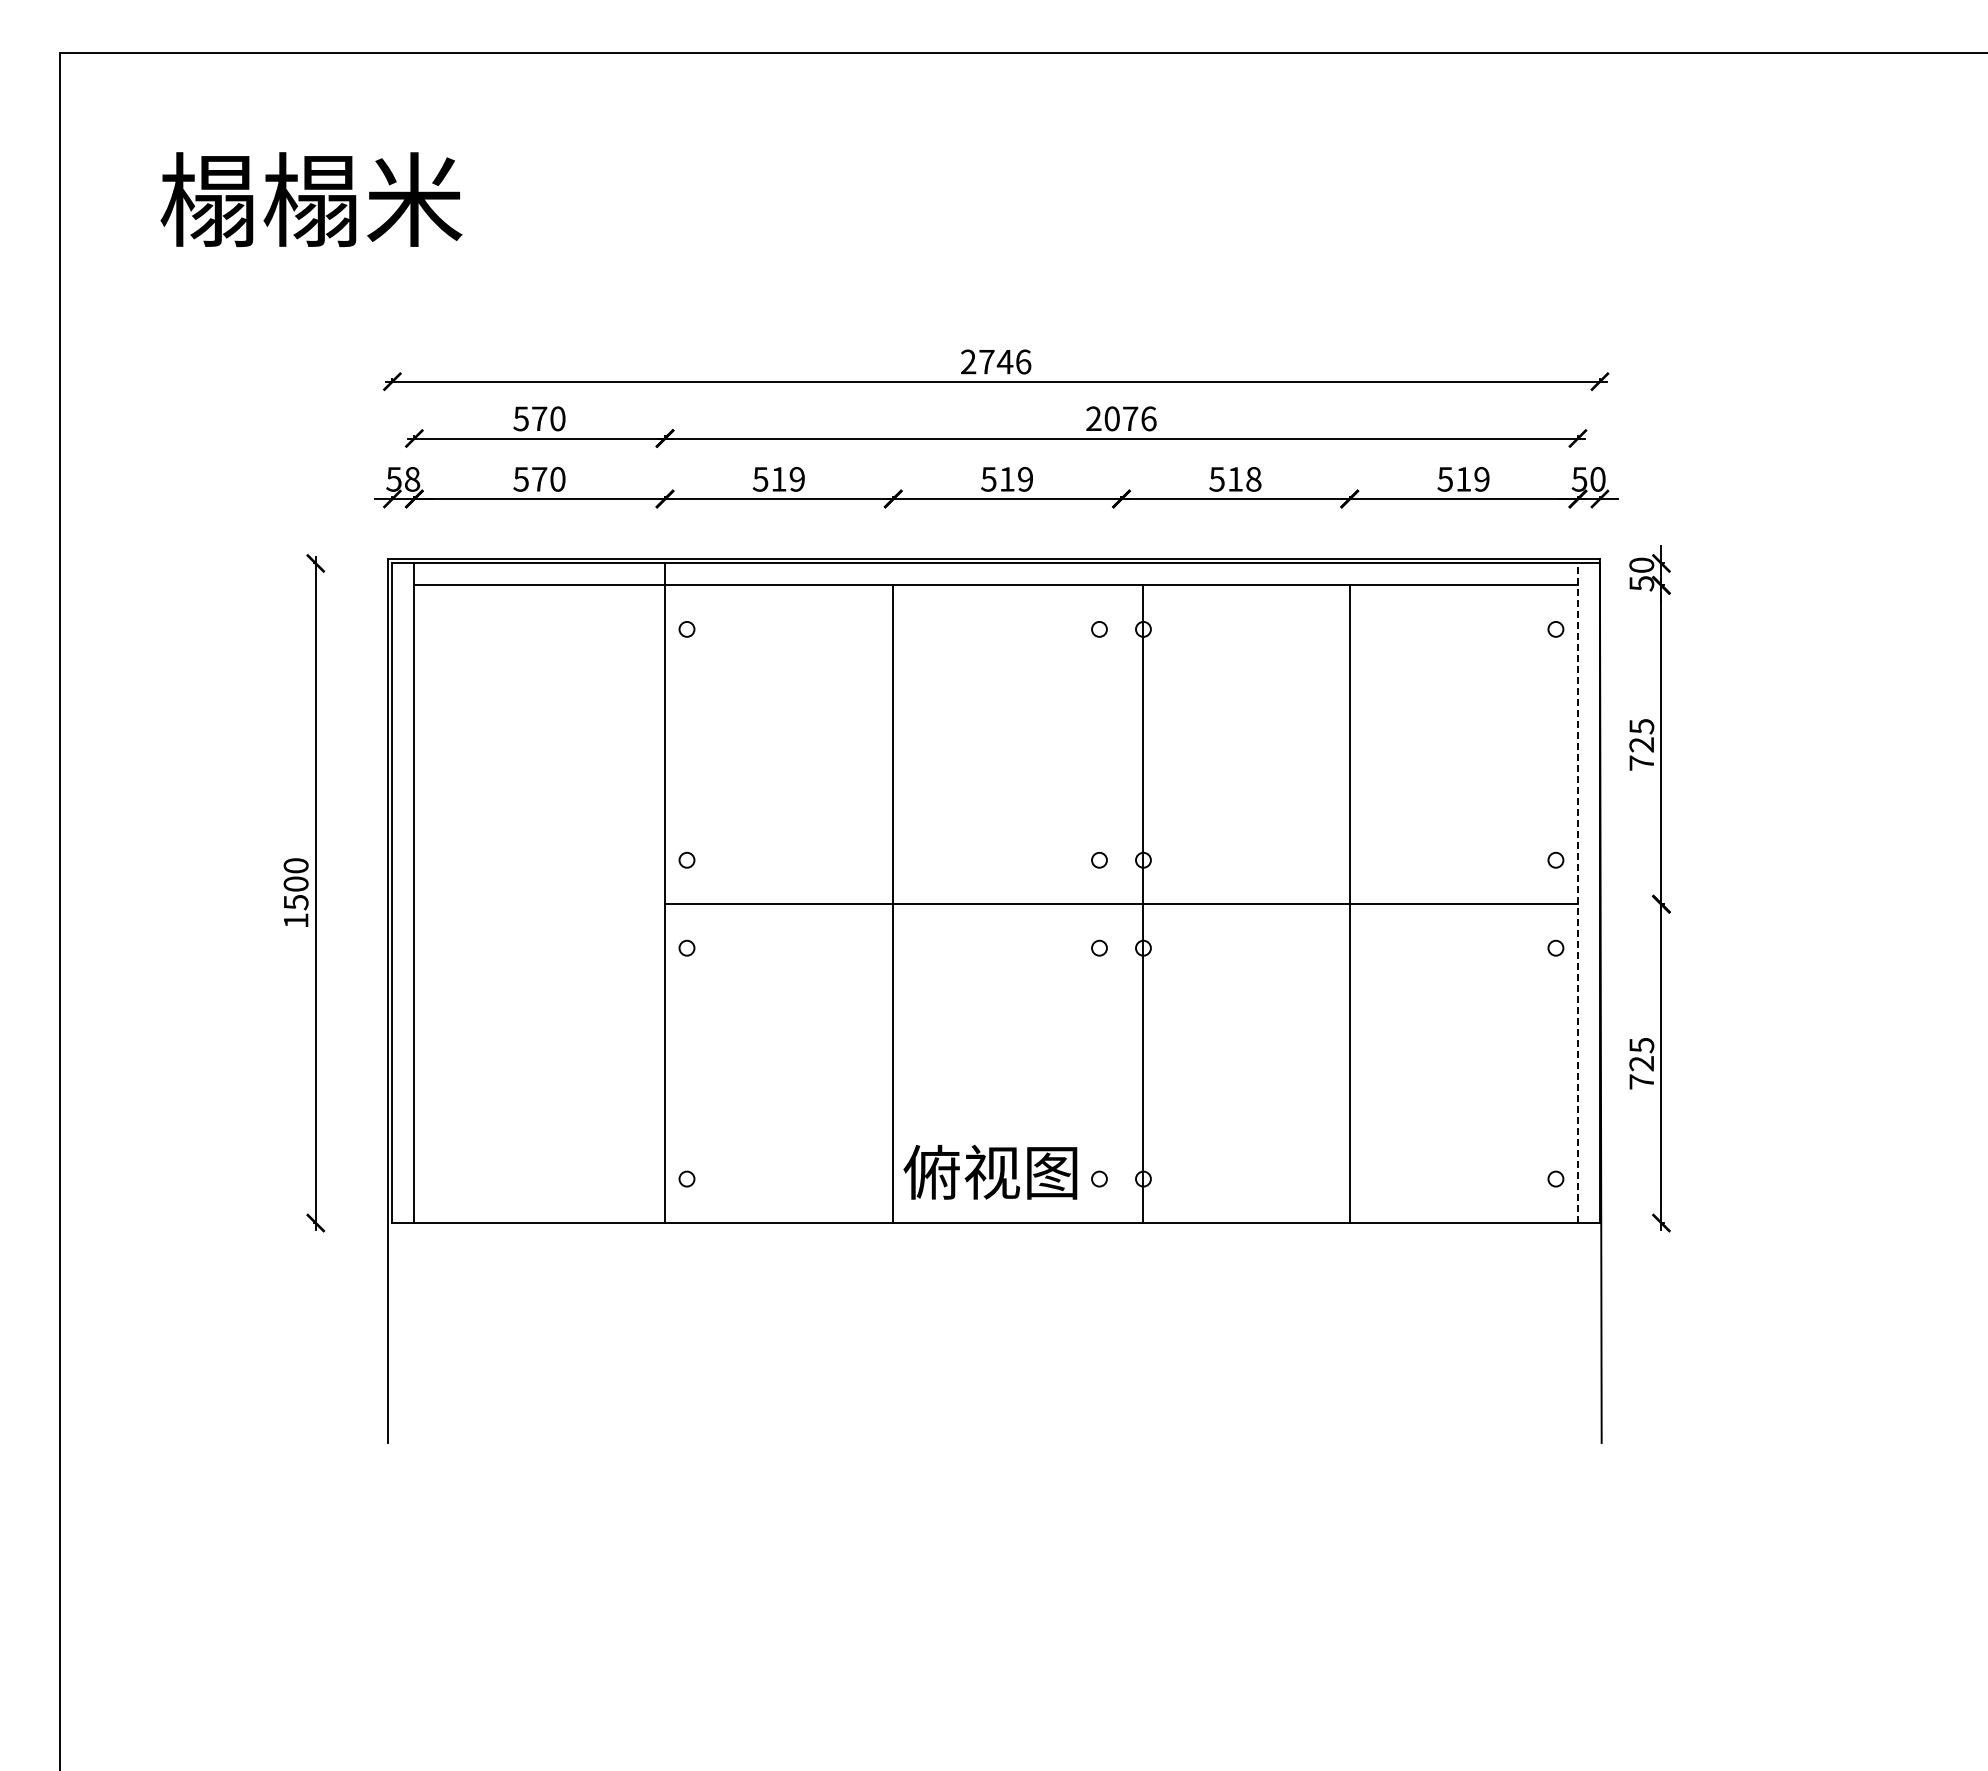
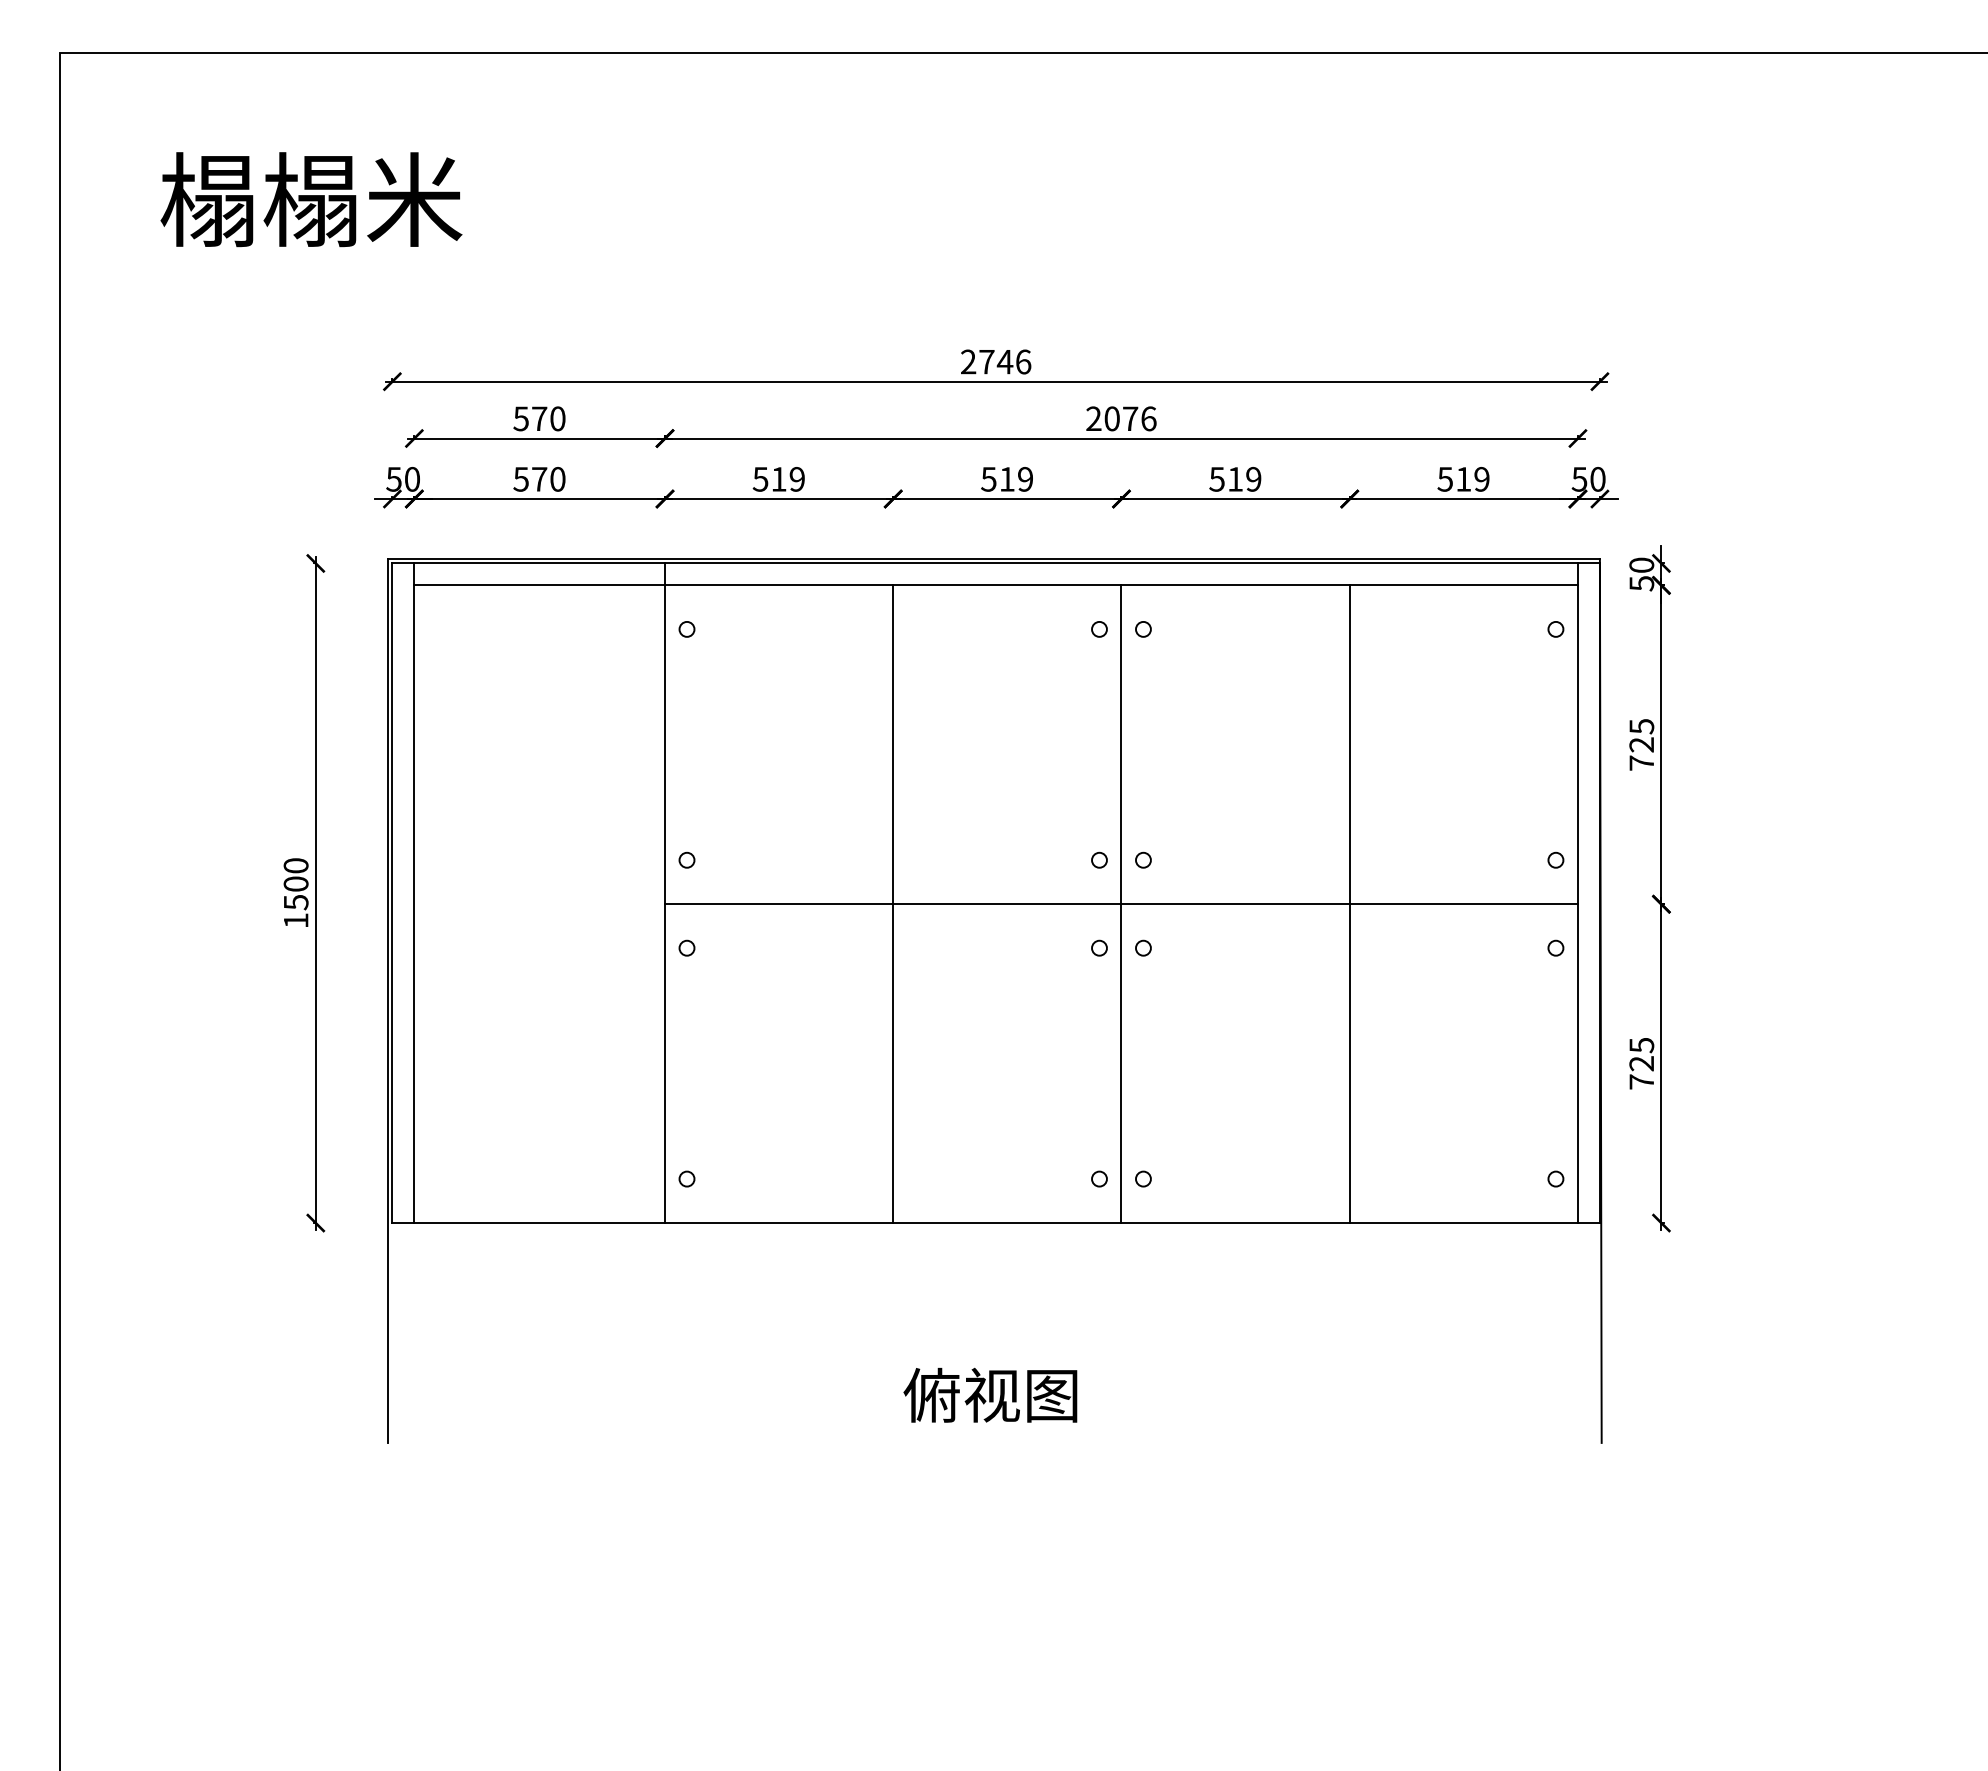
text at (412, 479): 58 -> 50
text at (1253, 479): 518 -> 519
line at (1577, 893): dashed -> solid
line at (1143, 904) position: (1143, 904) -> (1121, 904)
text at (990, 1171) position: (990, 1171) -> (990, 1394)
